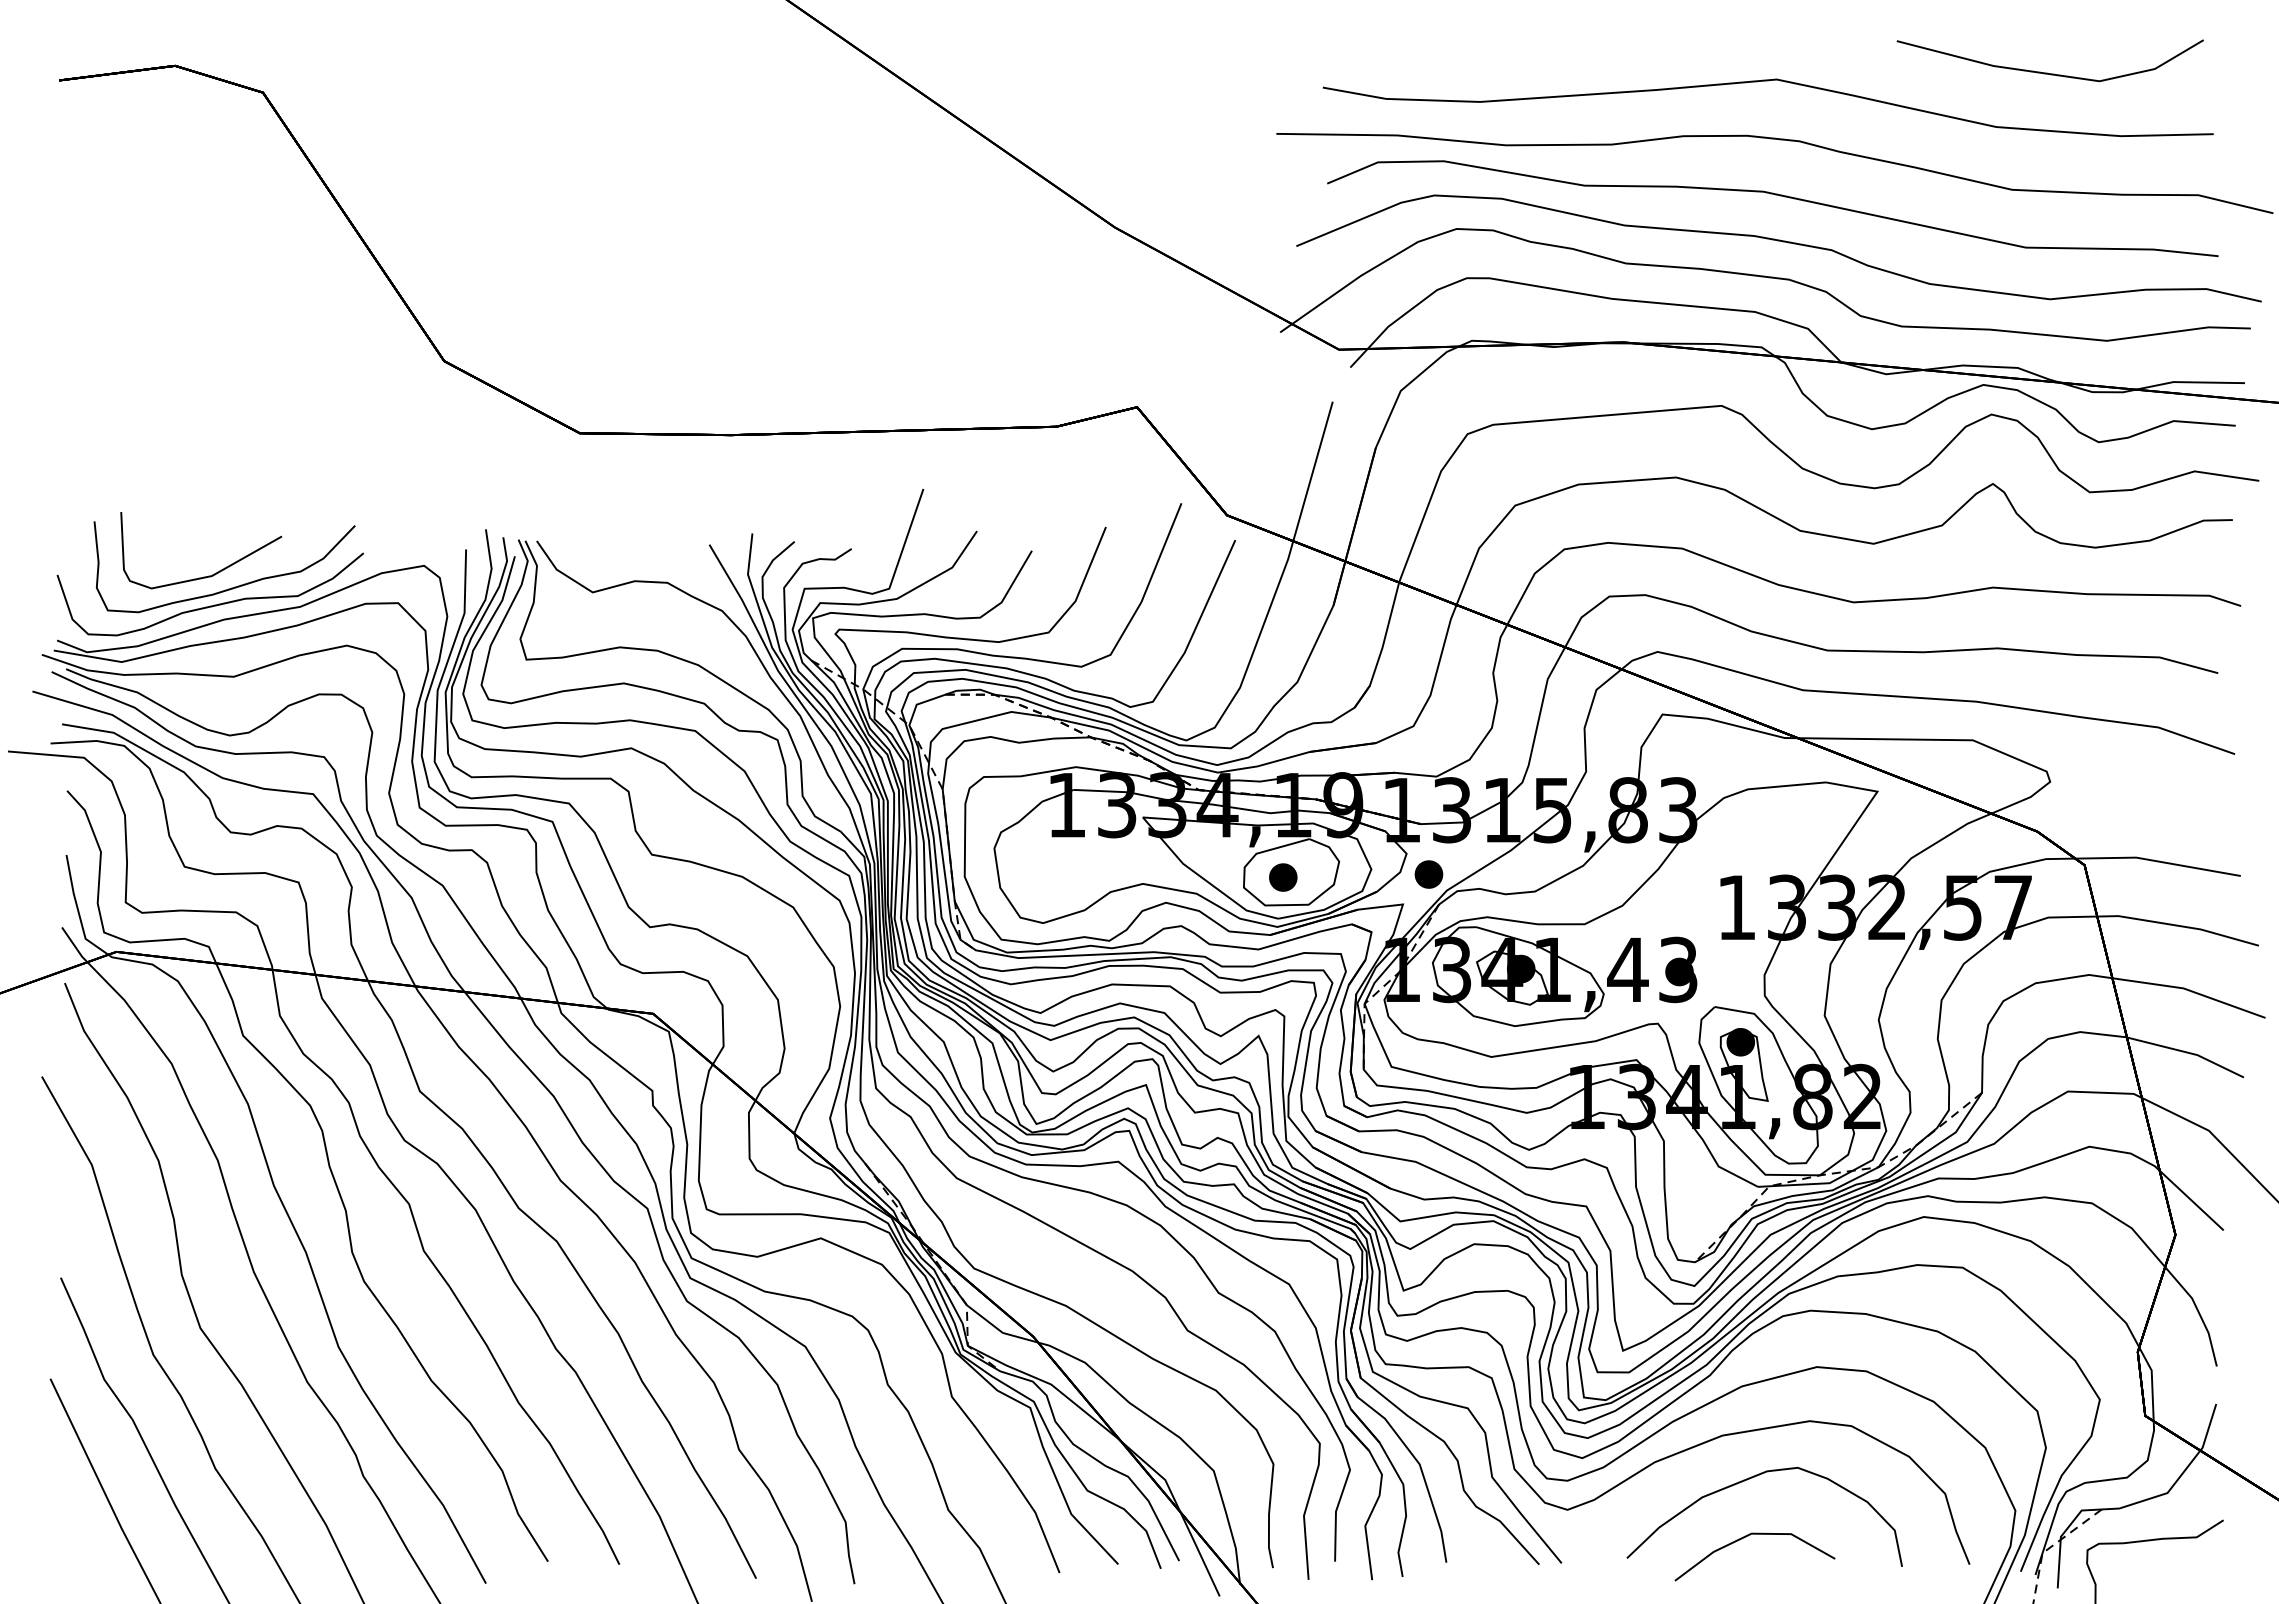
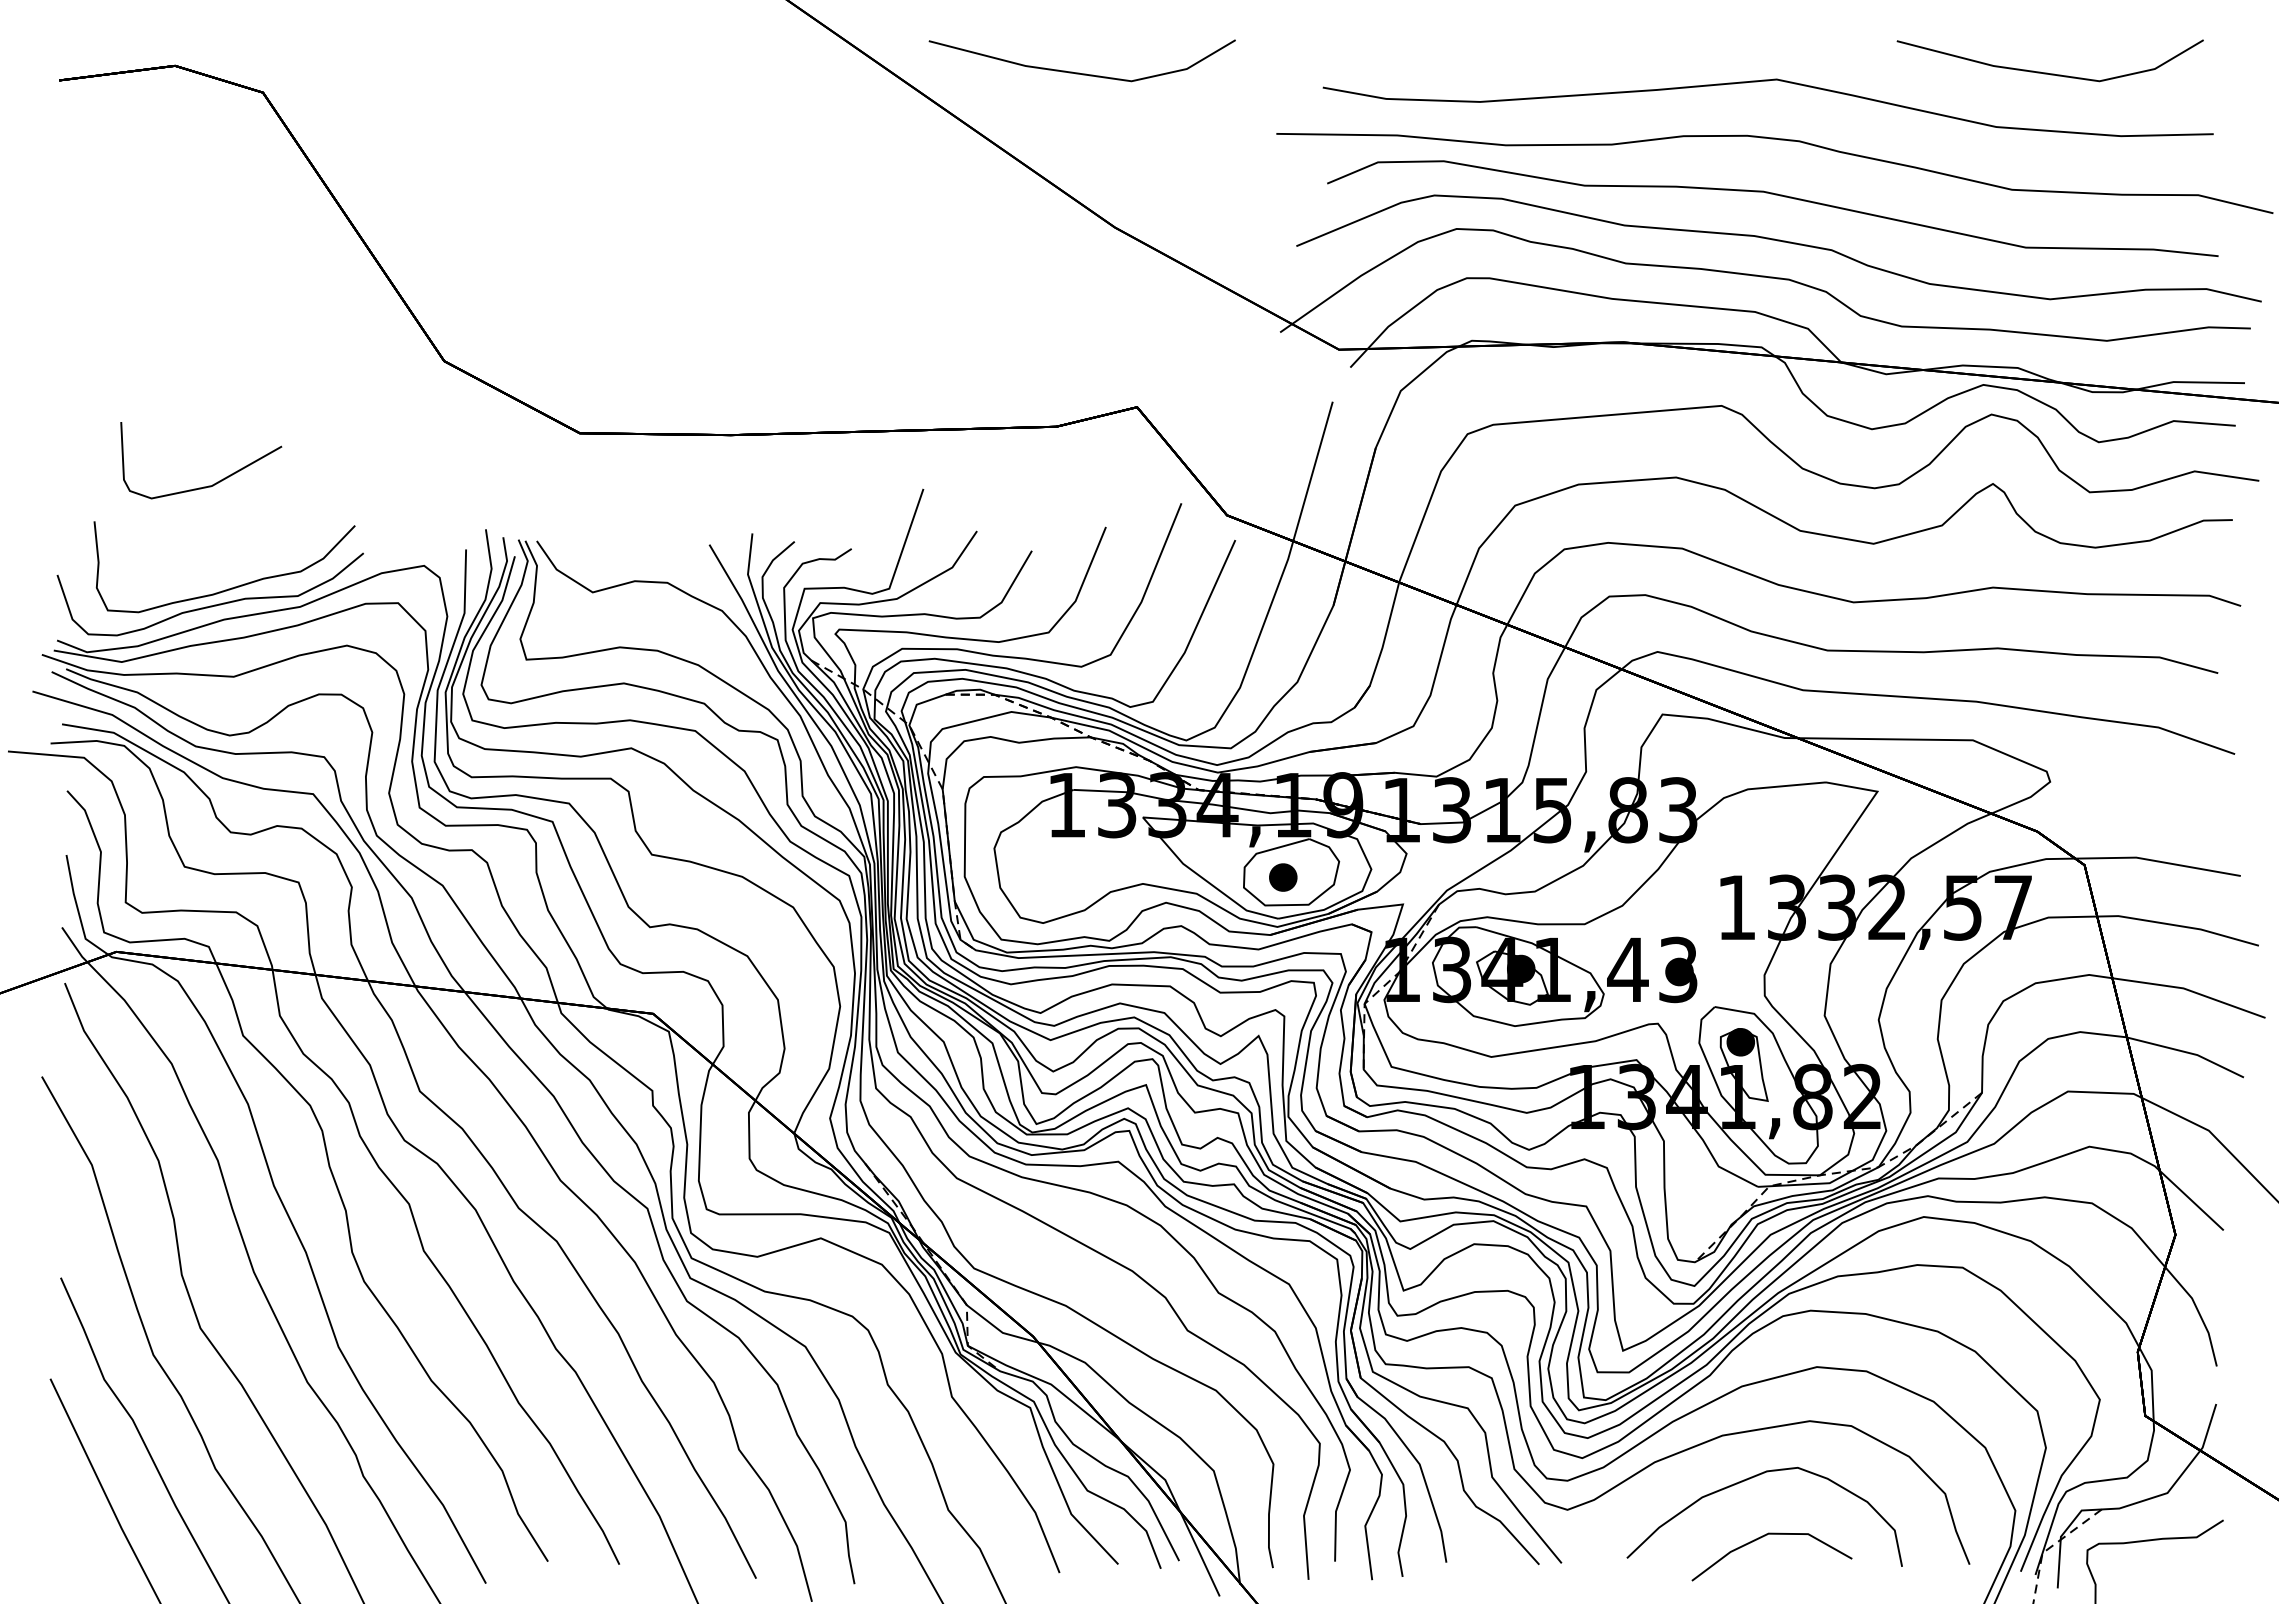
line at (1079, 72): none -> present
curve at (208, 575) position: (208, 575) -> (208, 485)
part at (1428, 874): present -> none
line at (1744, 1538) position: (1744, 1538) -> (1761, 1538)
